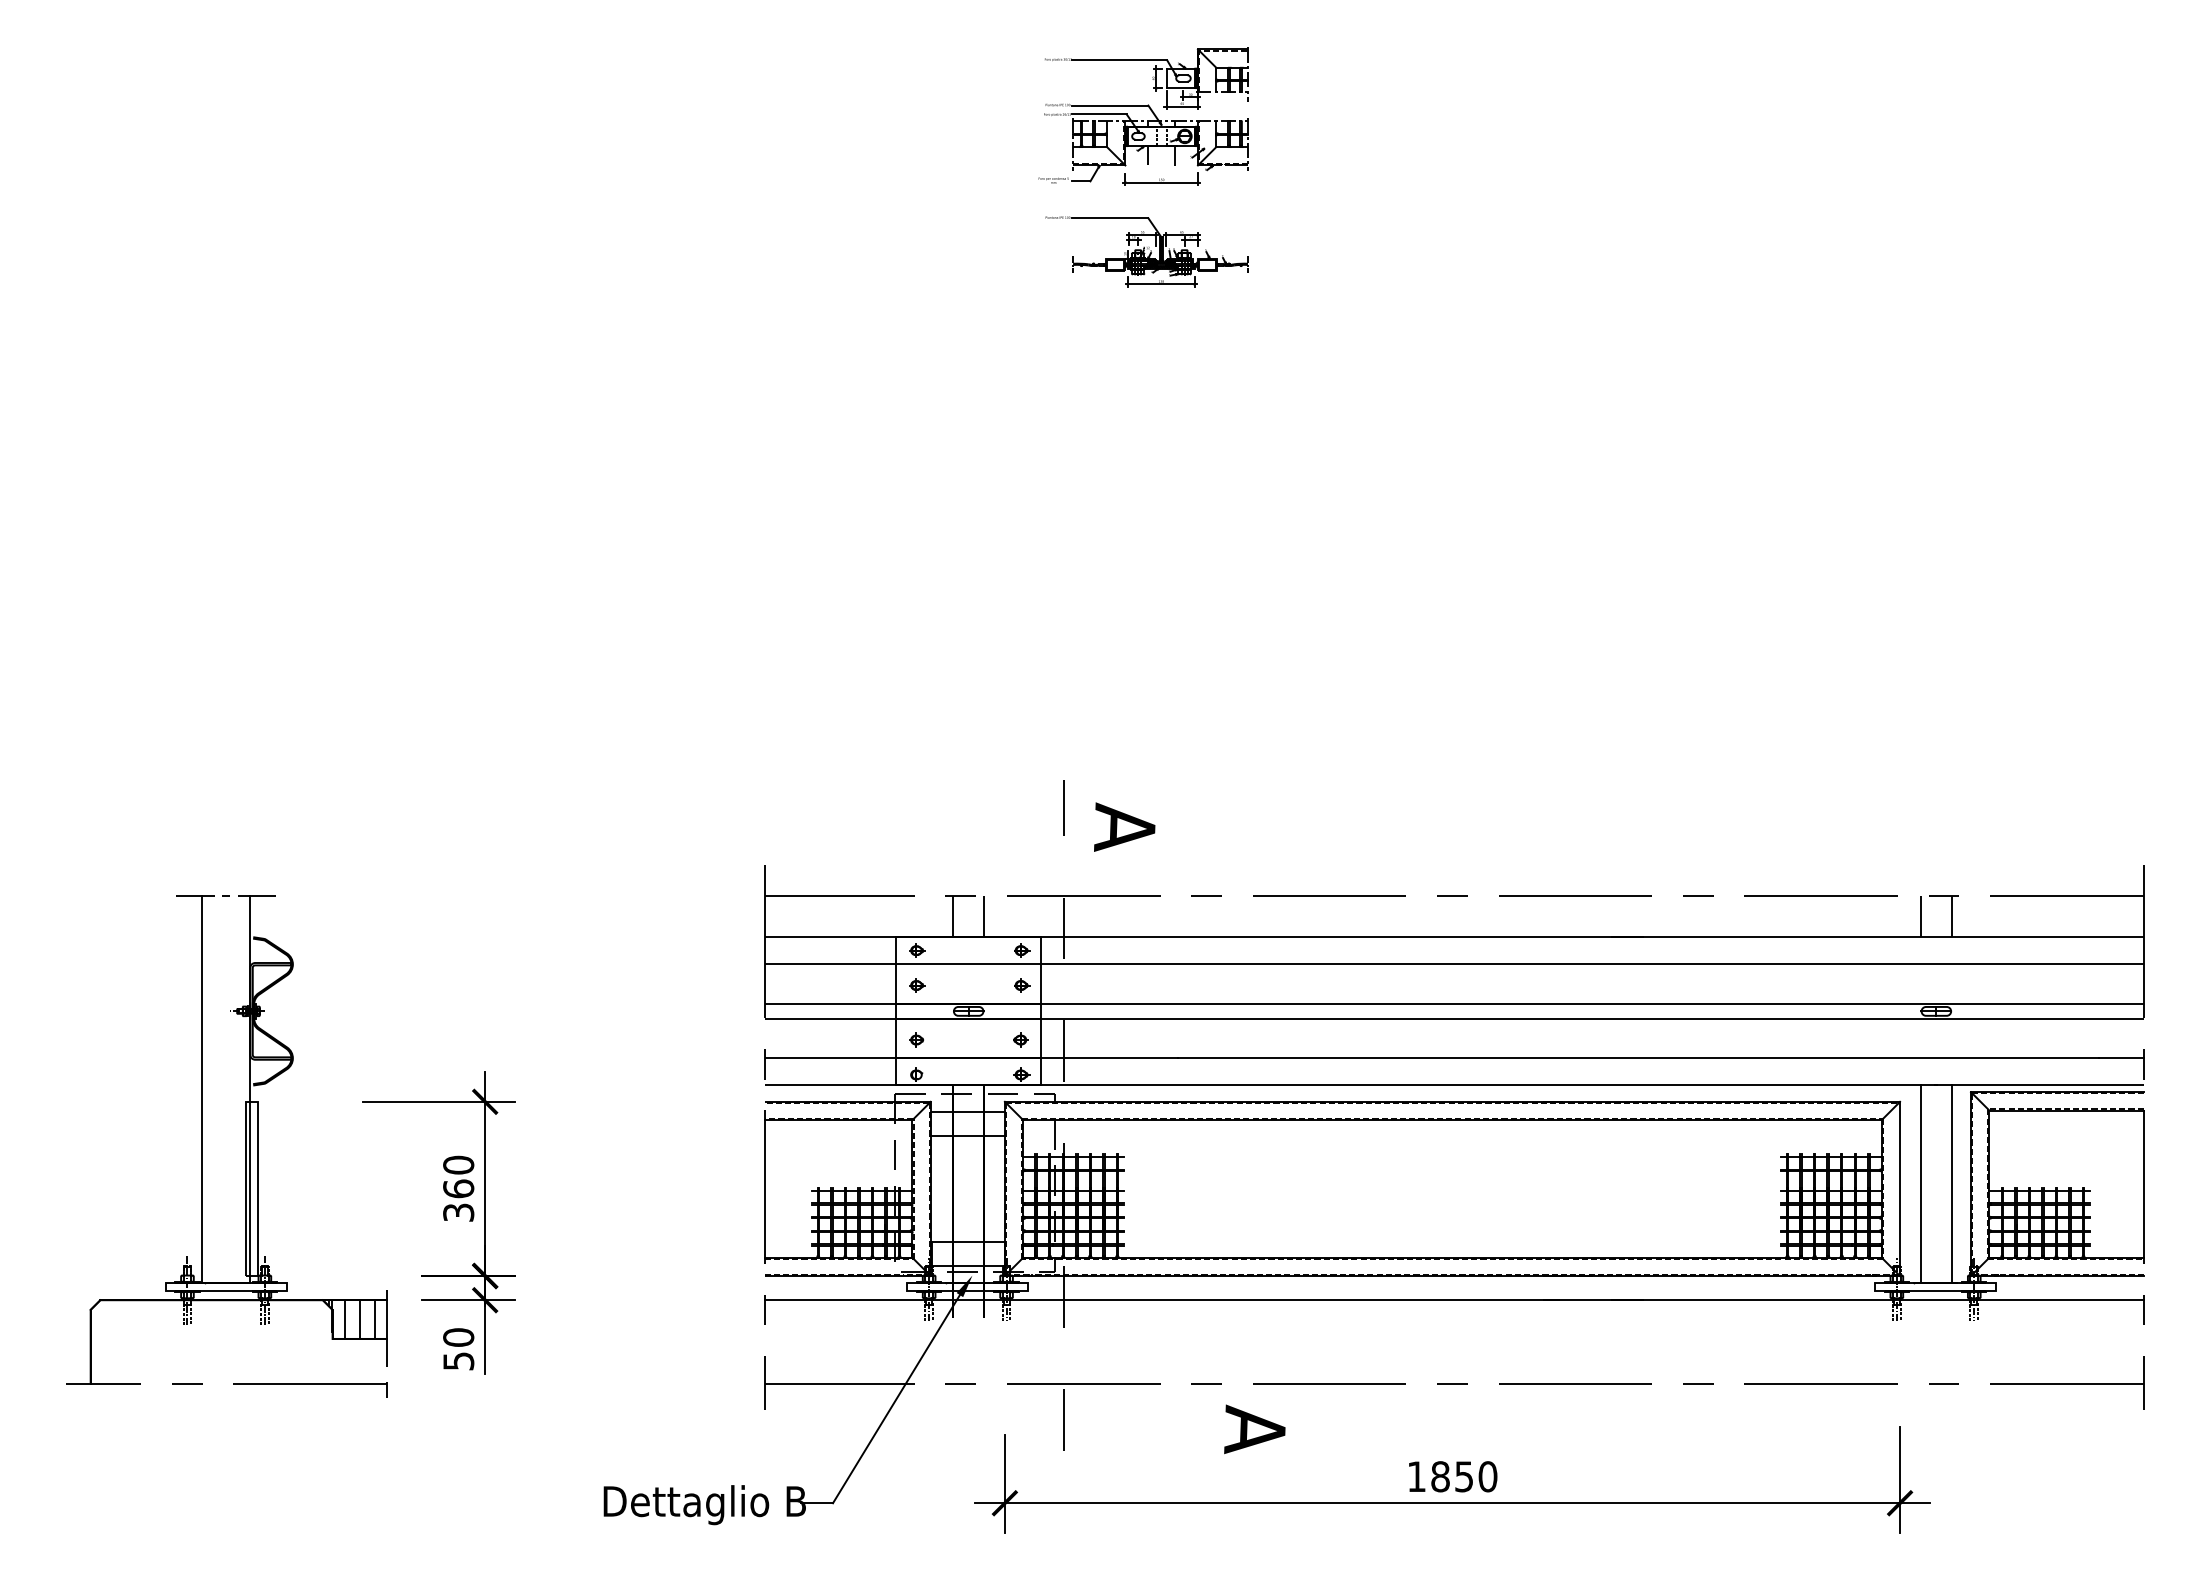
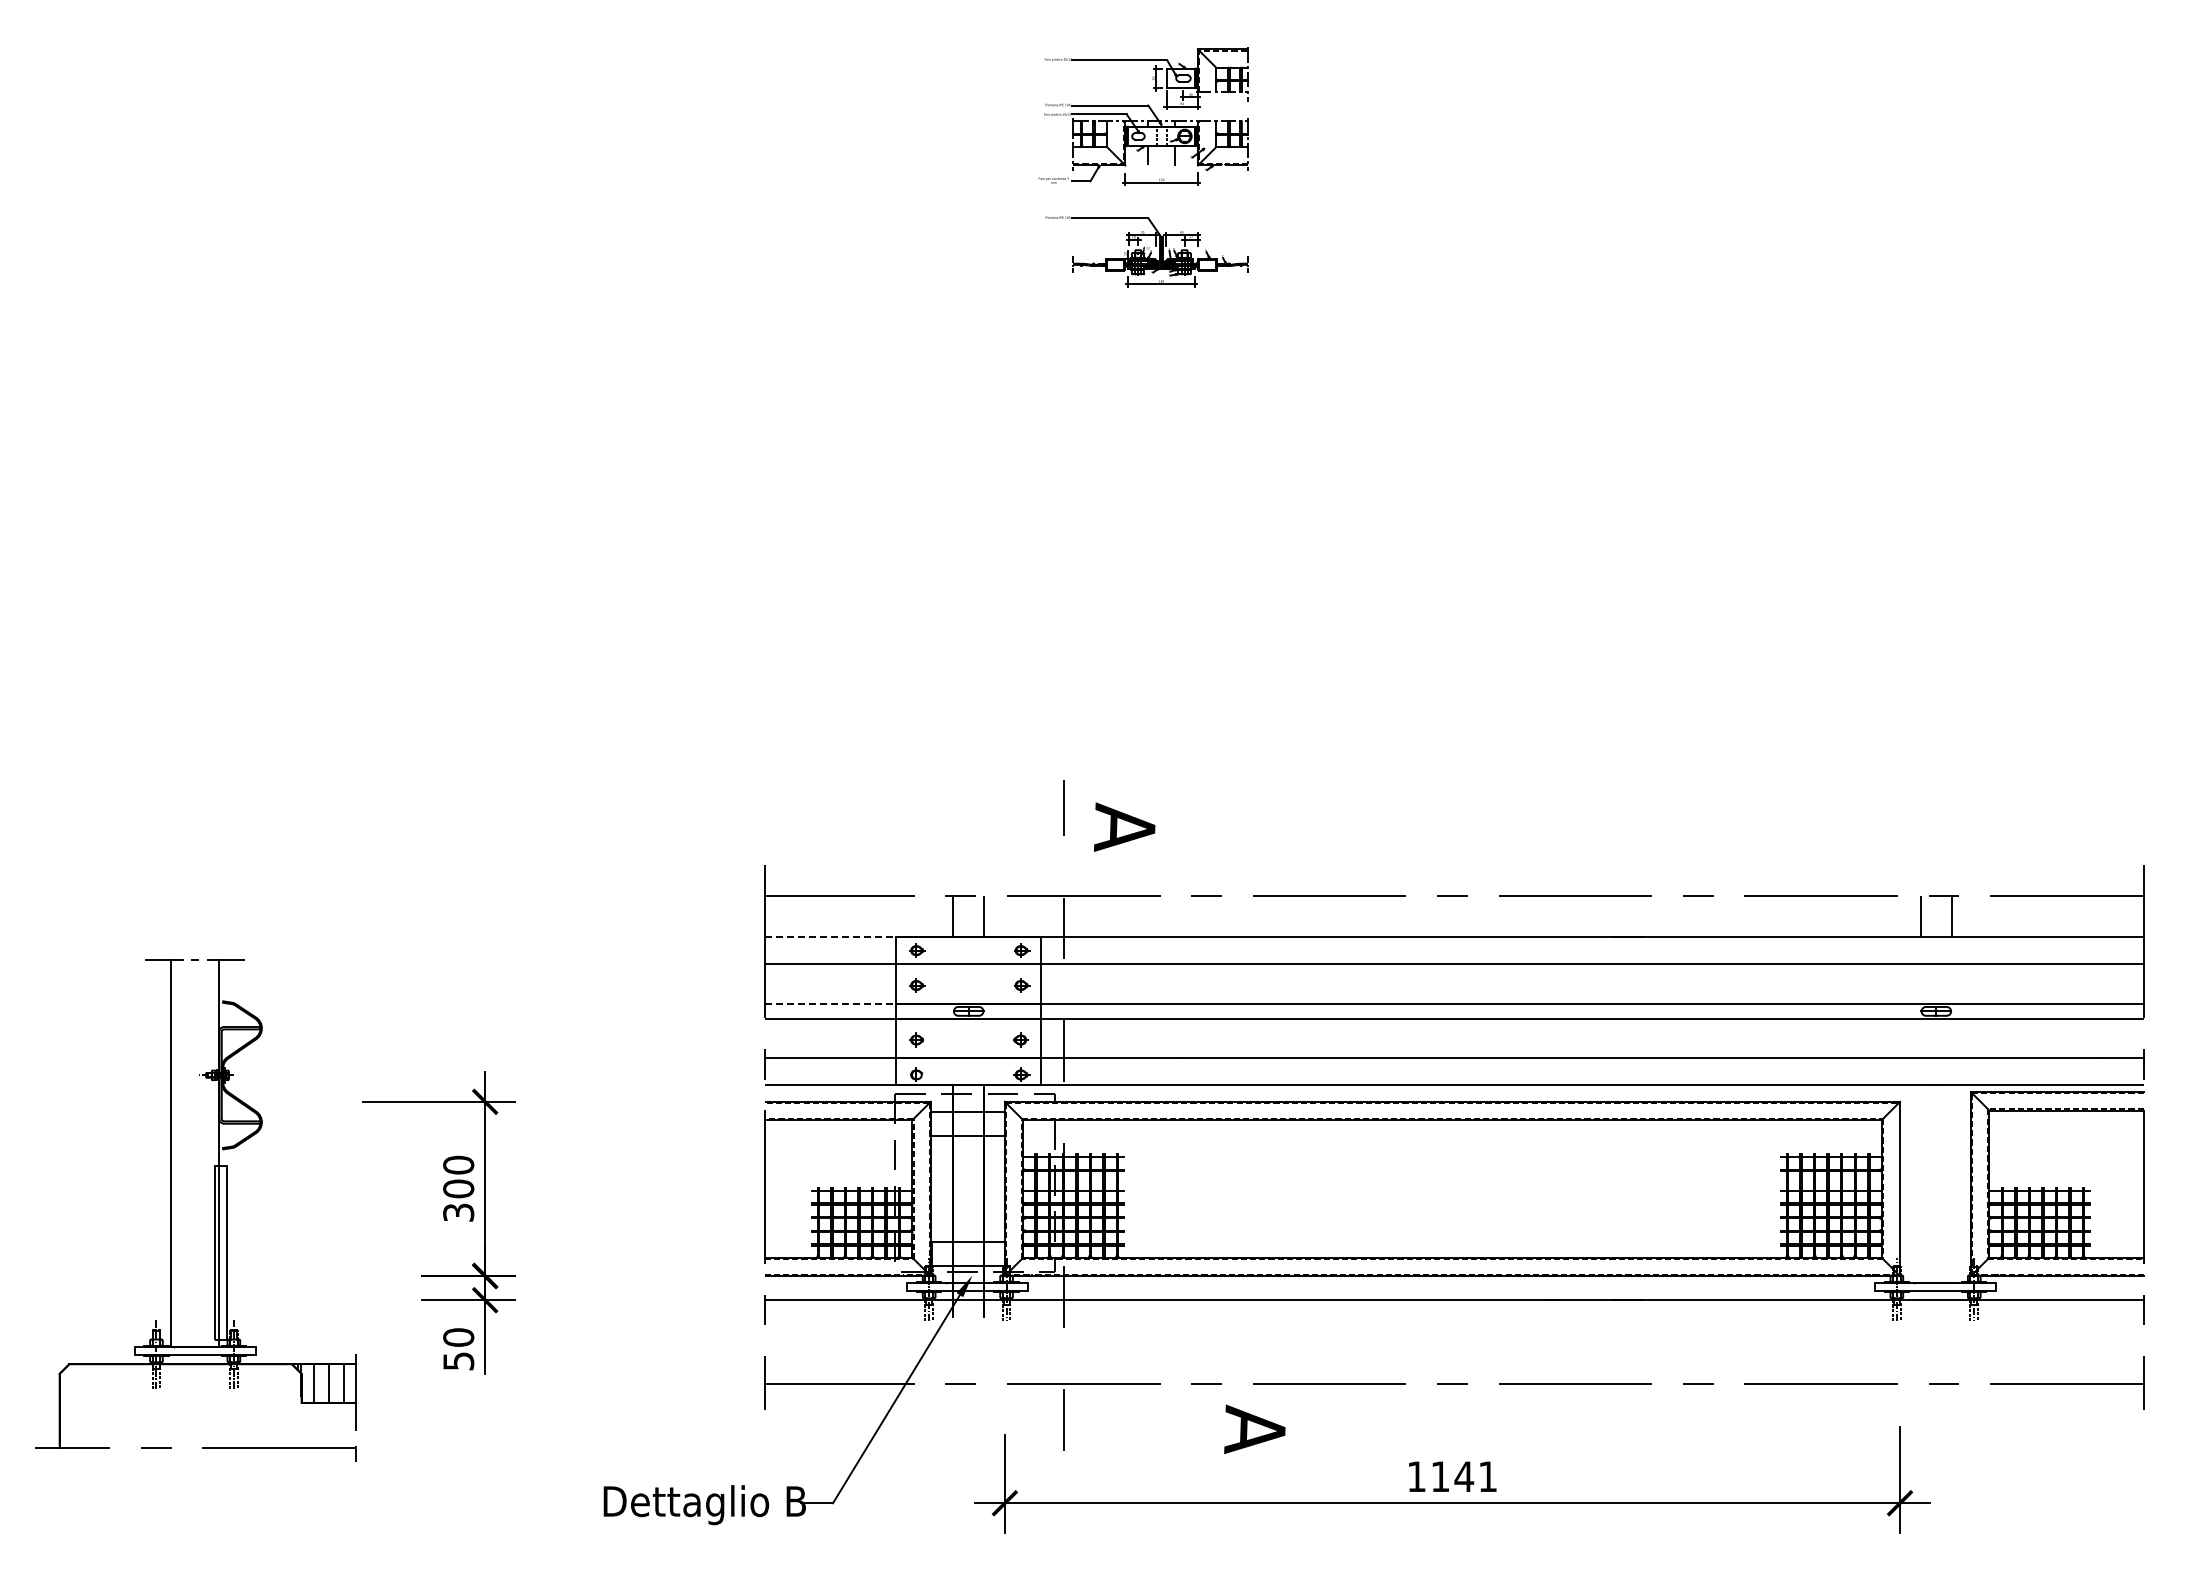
line at (830, 937): solid -> dashed
line at (830, 1003): solid -> dashed
part at (245, 1146) position: (245, 1146) -> (214, 1210)
line at (1920, 1184): present -> none
line at (1951, 1184): present -> none
text at (458, 1188): 360 -> 300
text at (1464, 1476): 1850 -> 1141
